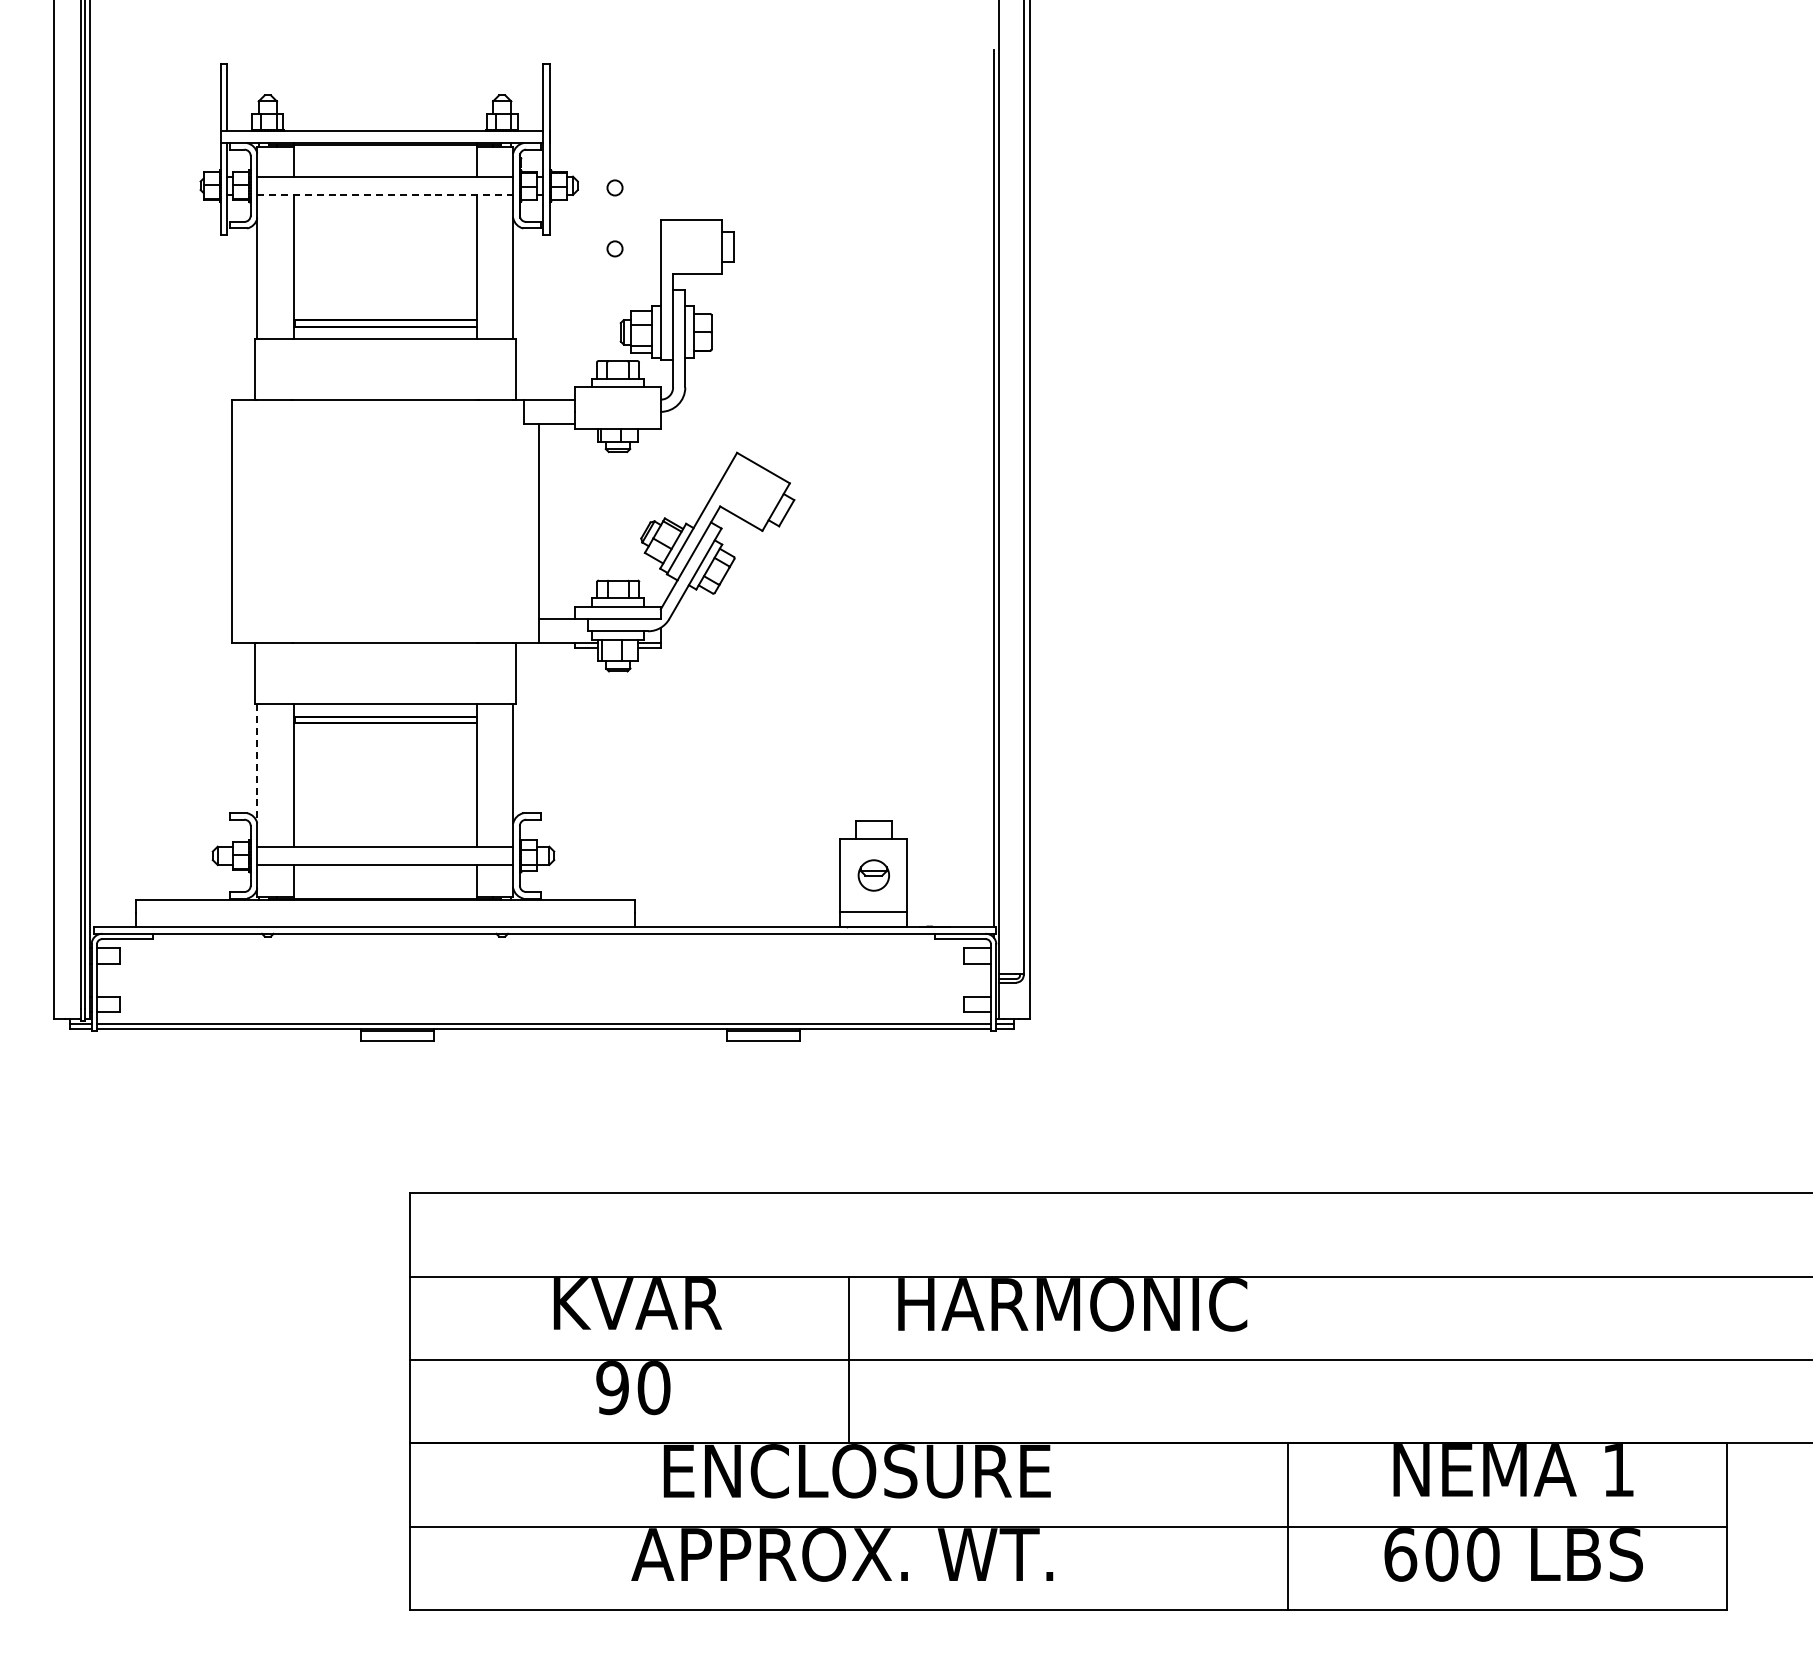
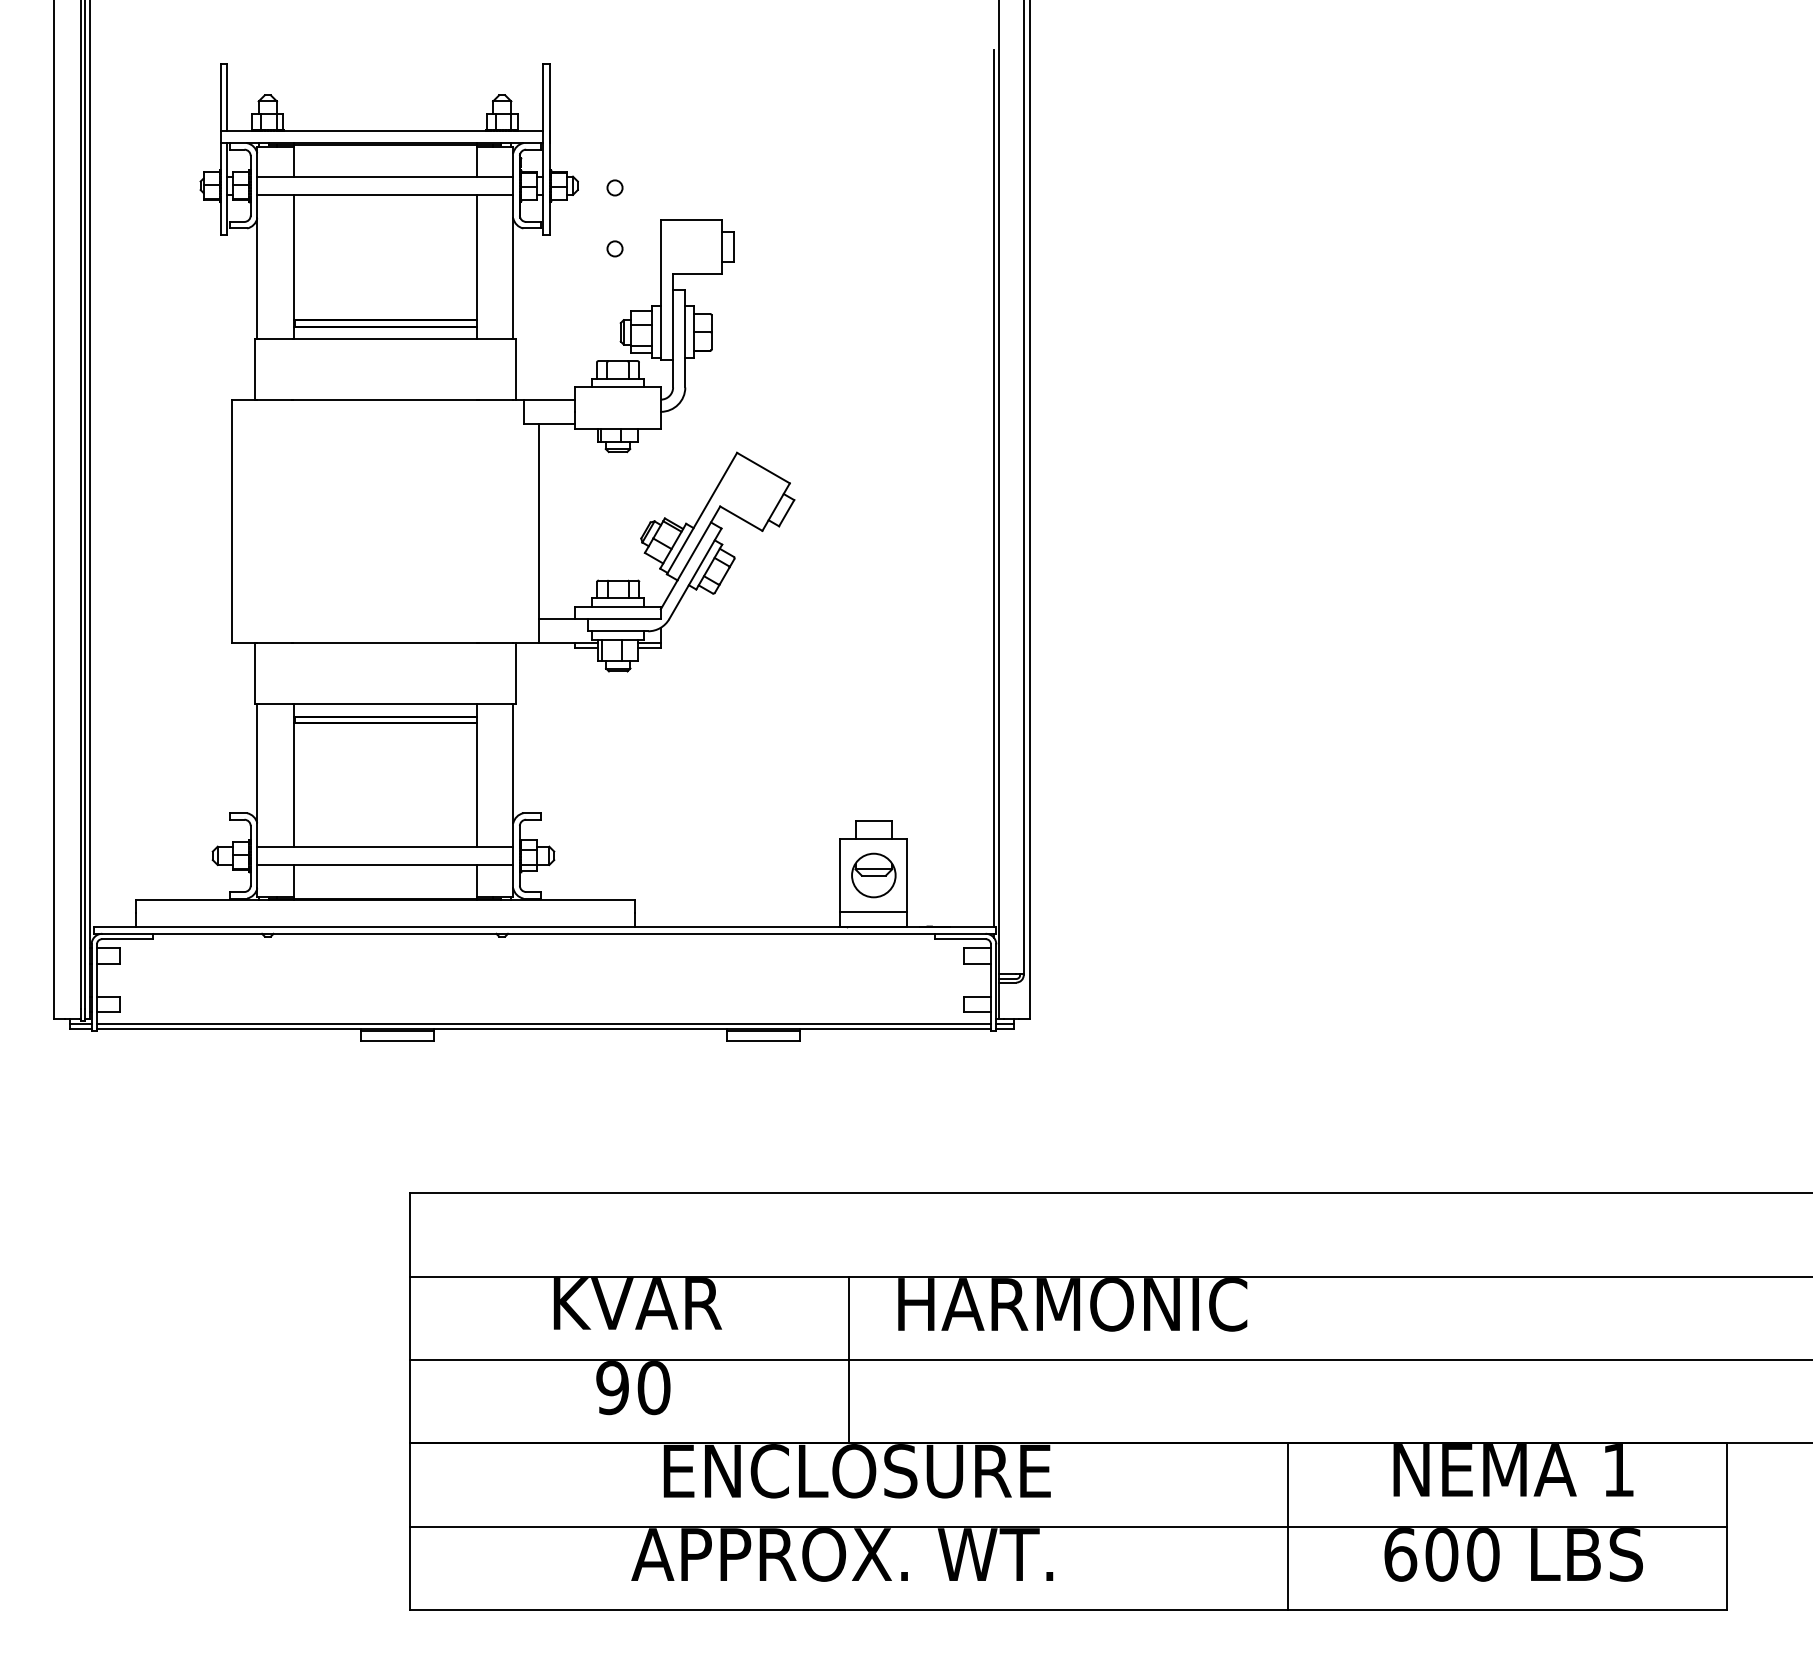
line at (385, 194): dashed -> solid
line at (257, 764): dashed -> solid
part at (873, 875) size: 33x33 px -> 46x47 px
